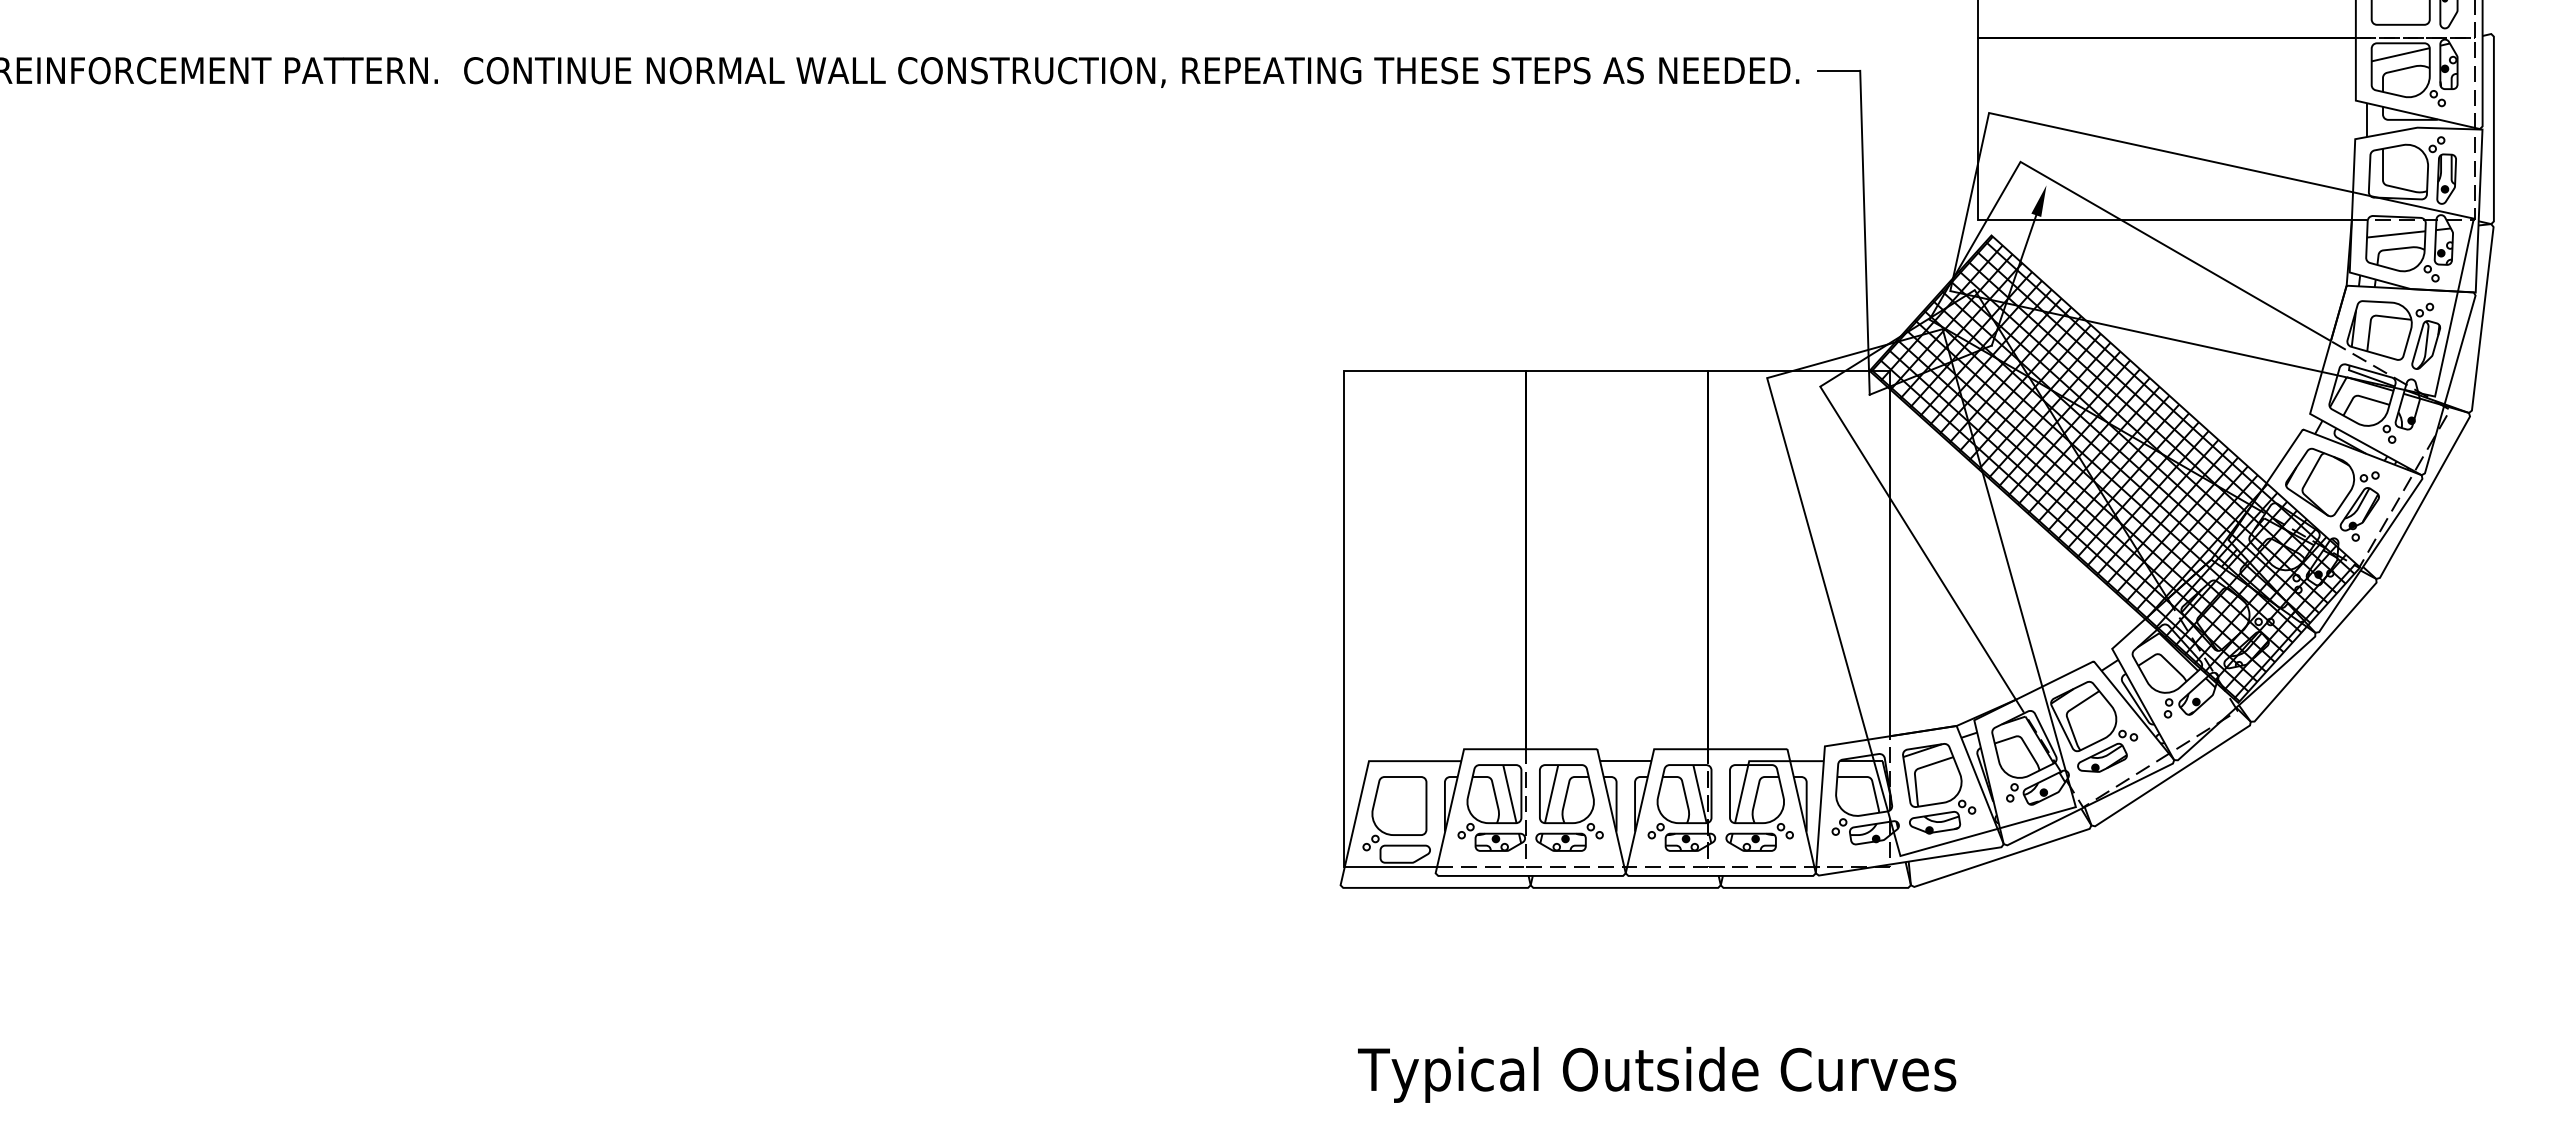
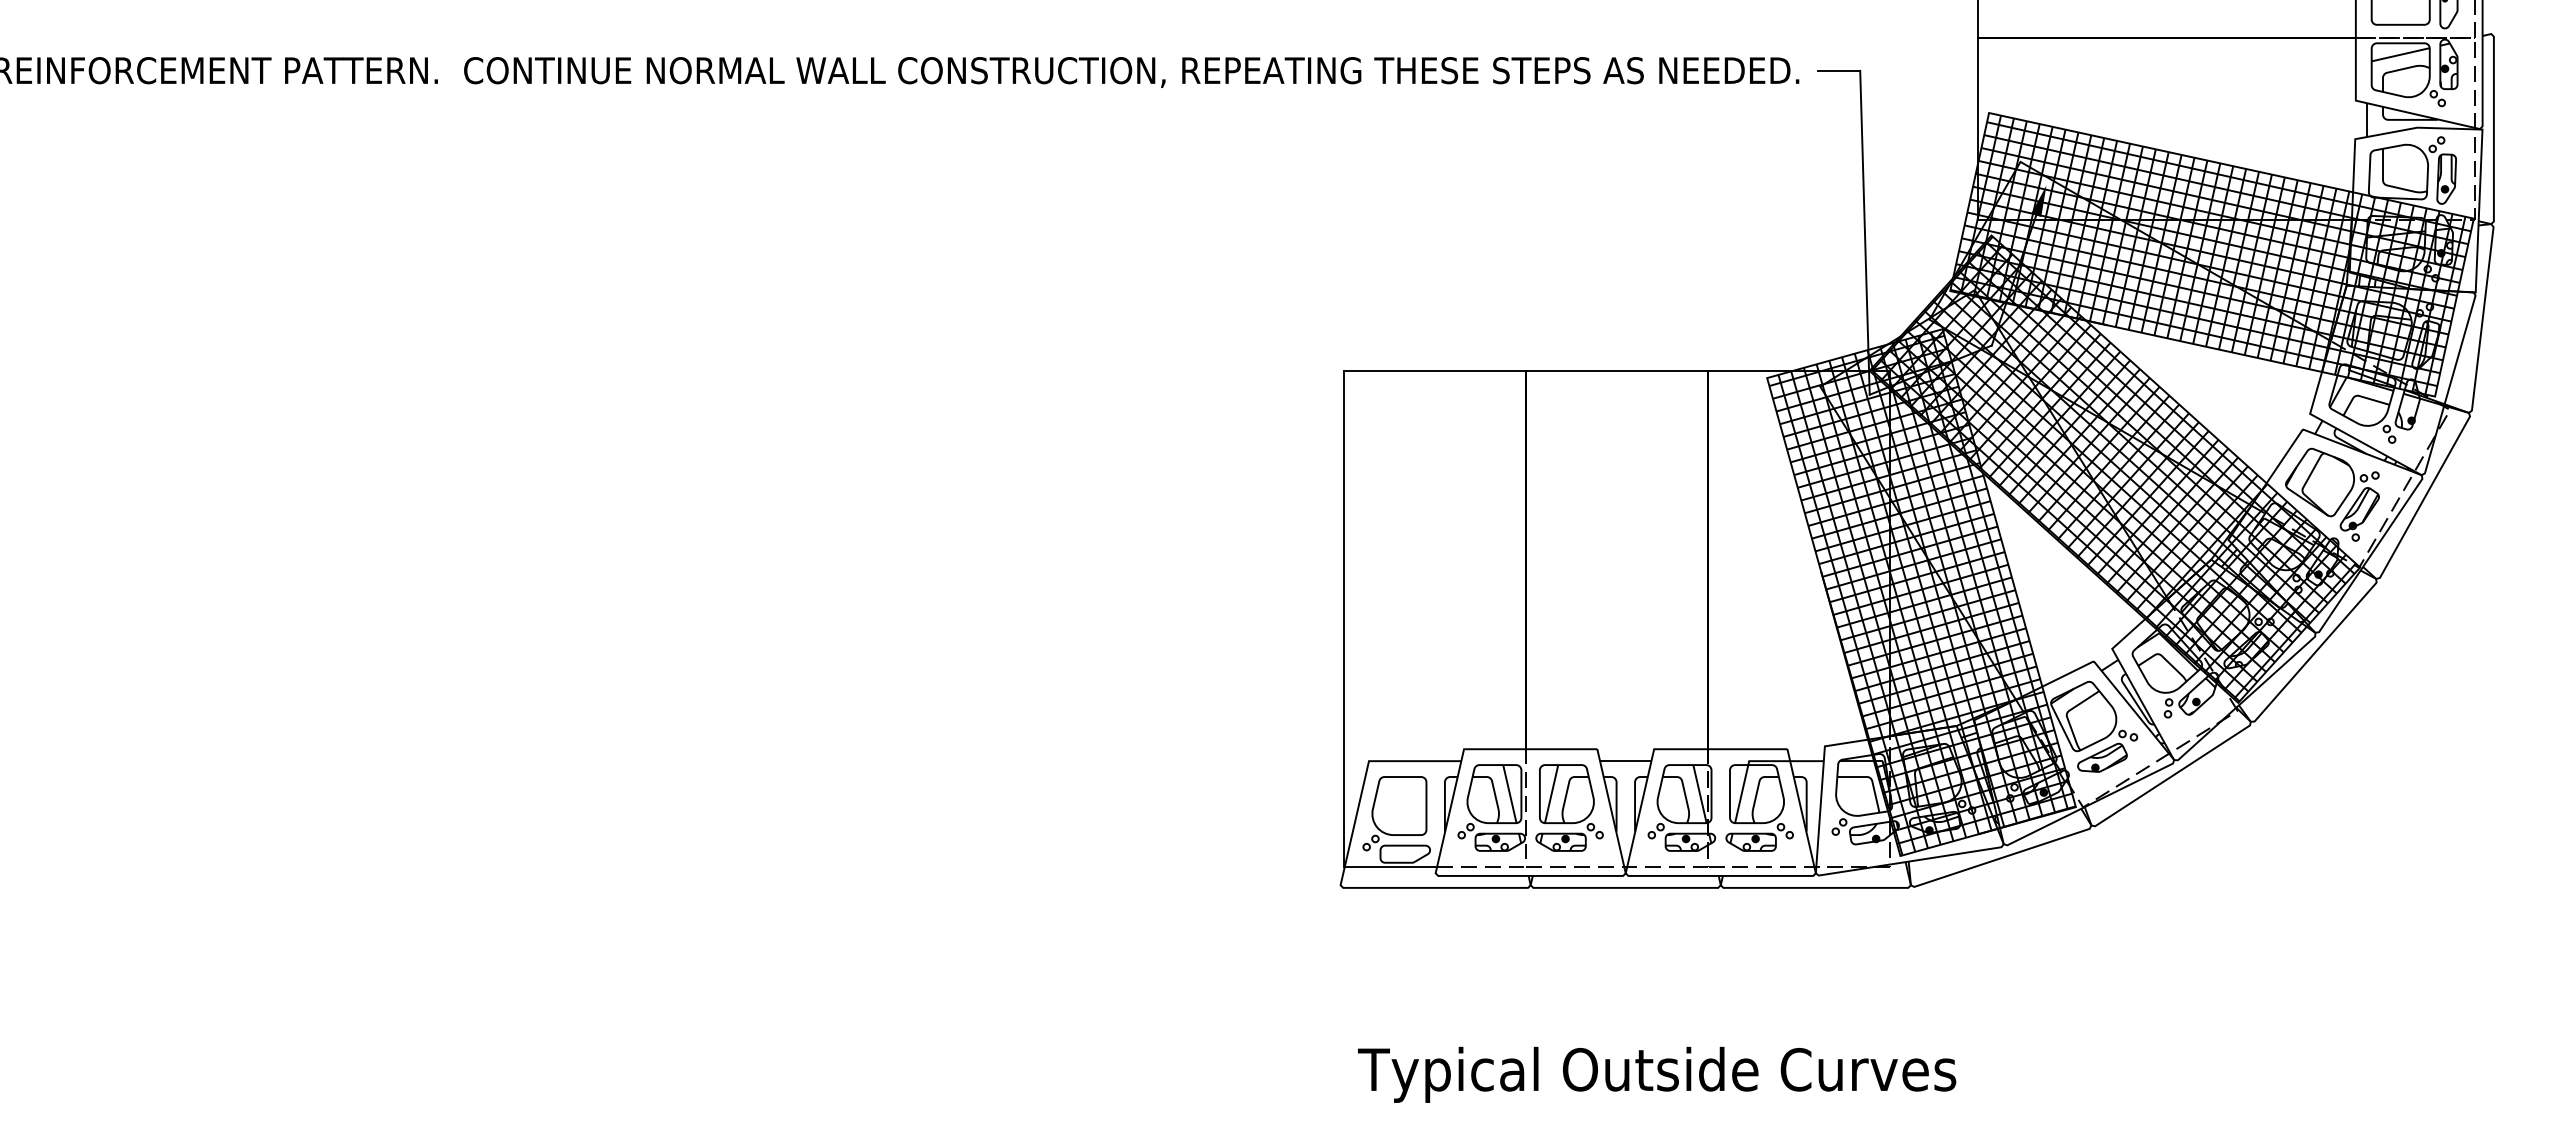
hatch at (2210, 254): none -> present
hatch at (1922, 593): none -> present
